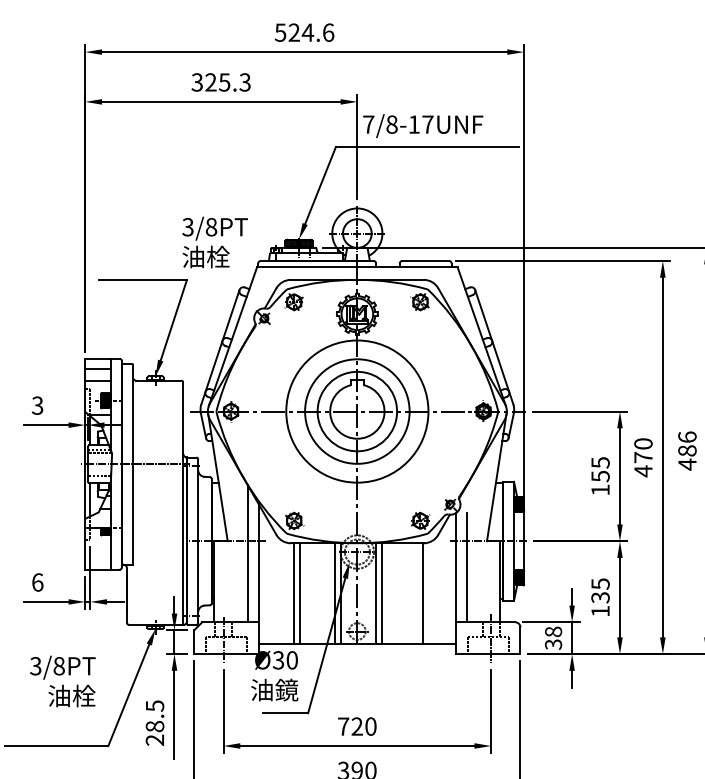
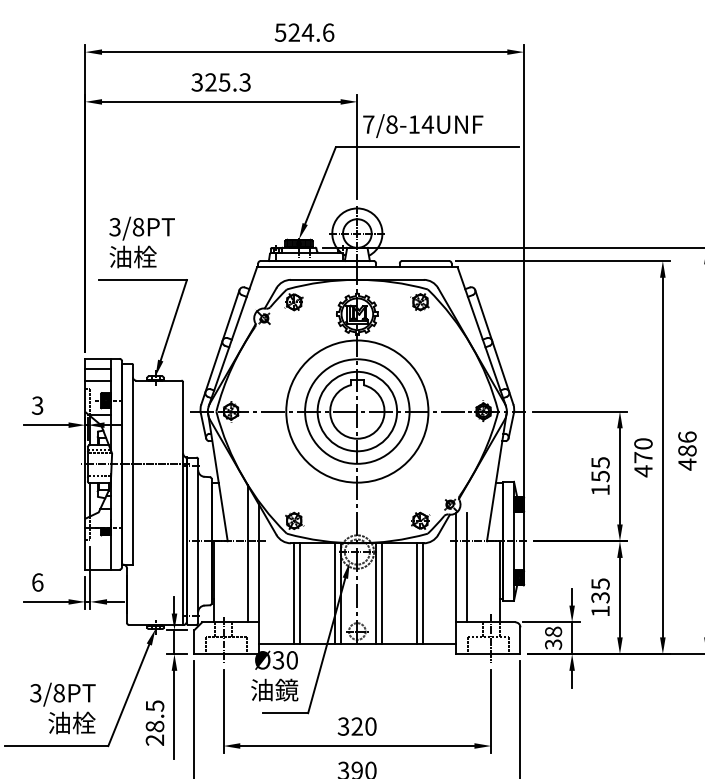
text at (427, 124): 7/8-17UNF -> 7/8-14UNF
text at (214, 242) position: (214, 242) -> (141, 242)
line at (416, 593): none -> present
text at (62, 681) position: (62, 681) -> (62, 708)
text at (343, 726): 720 -> 320
